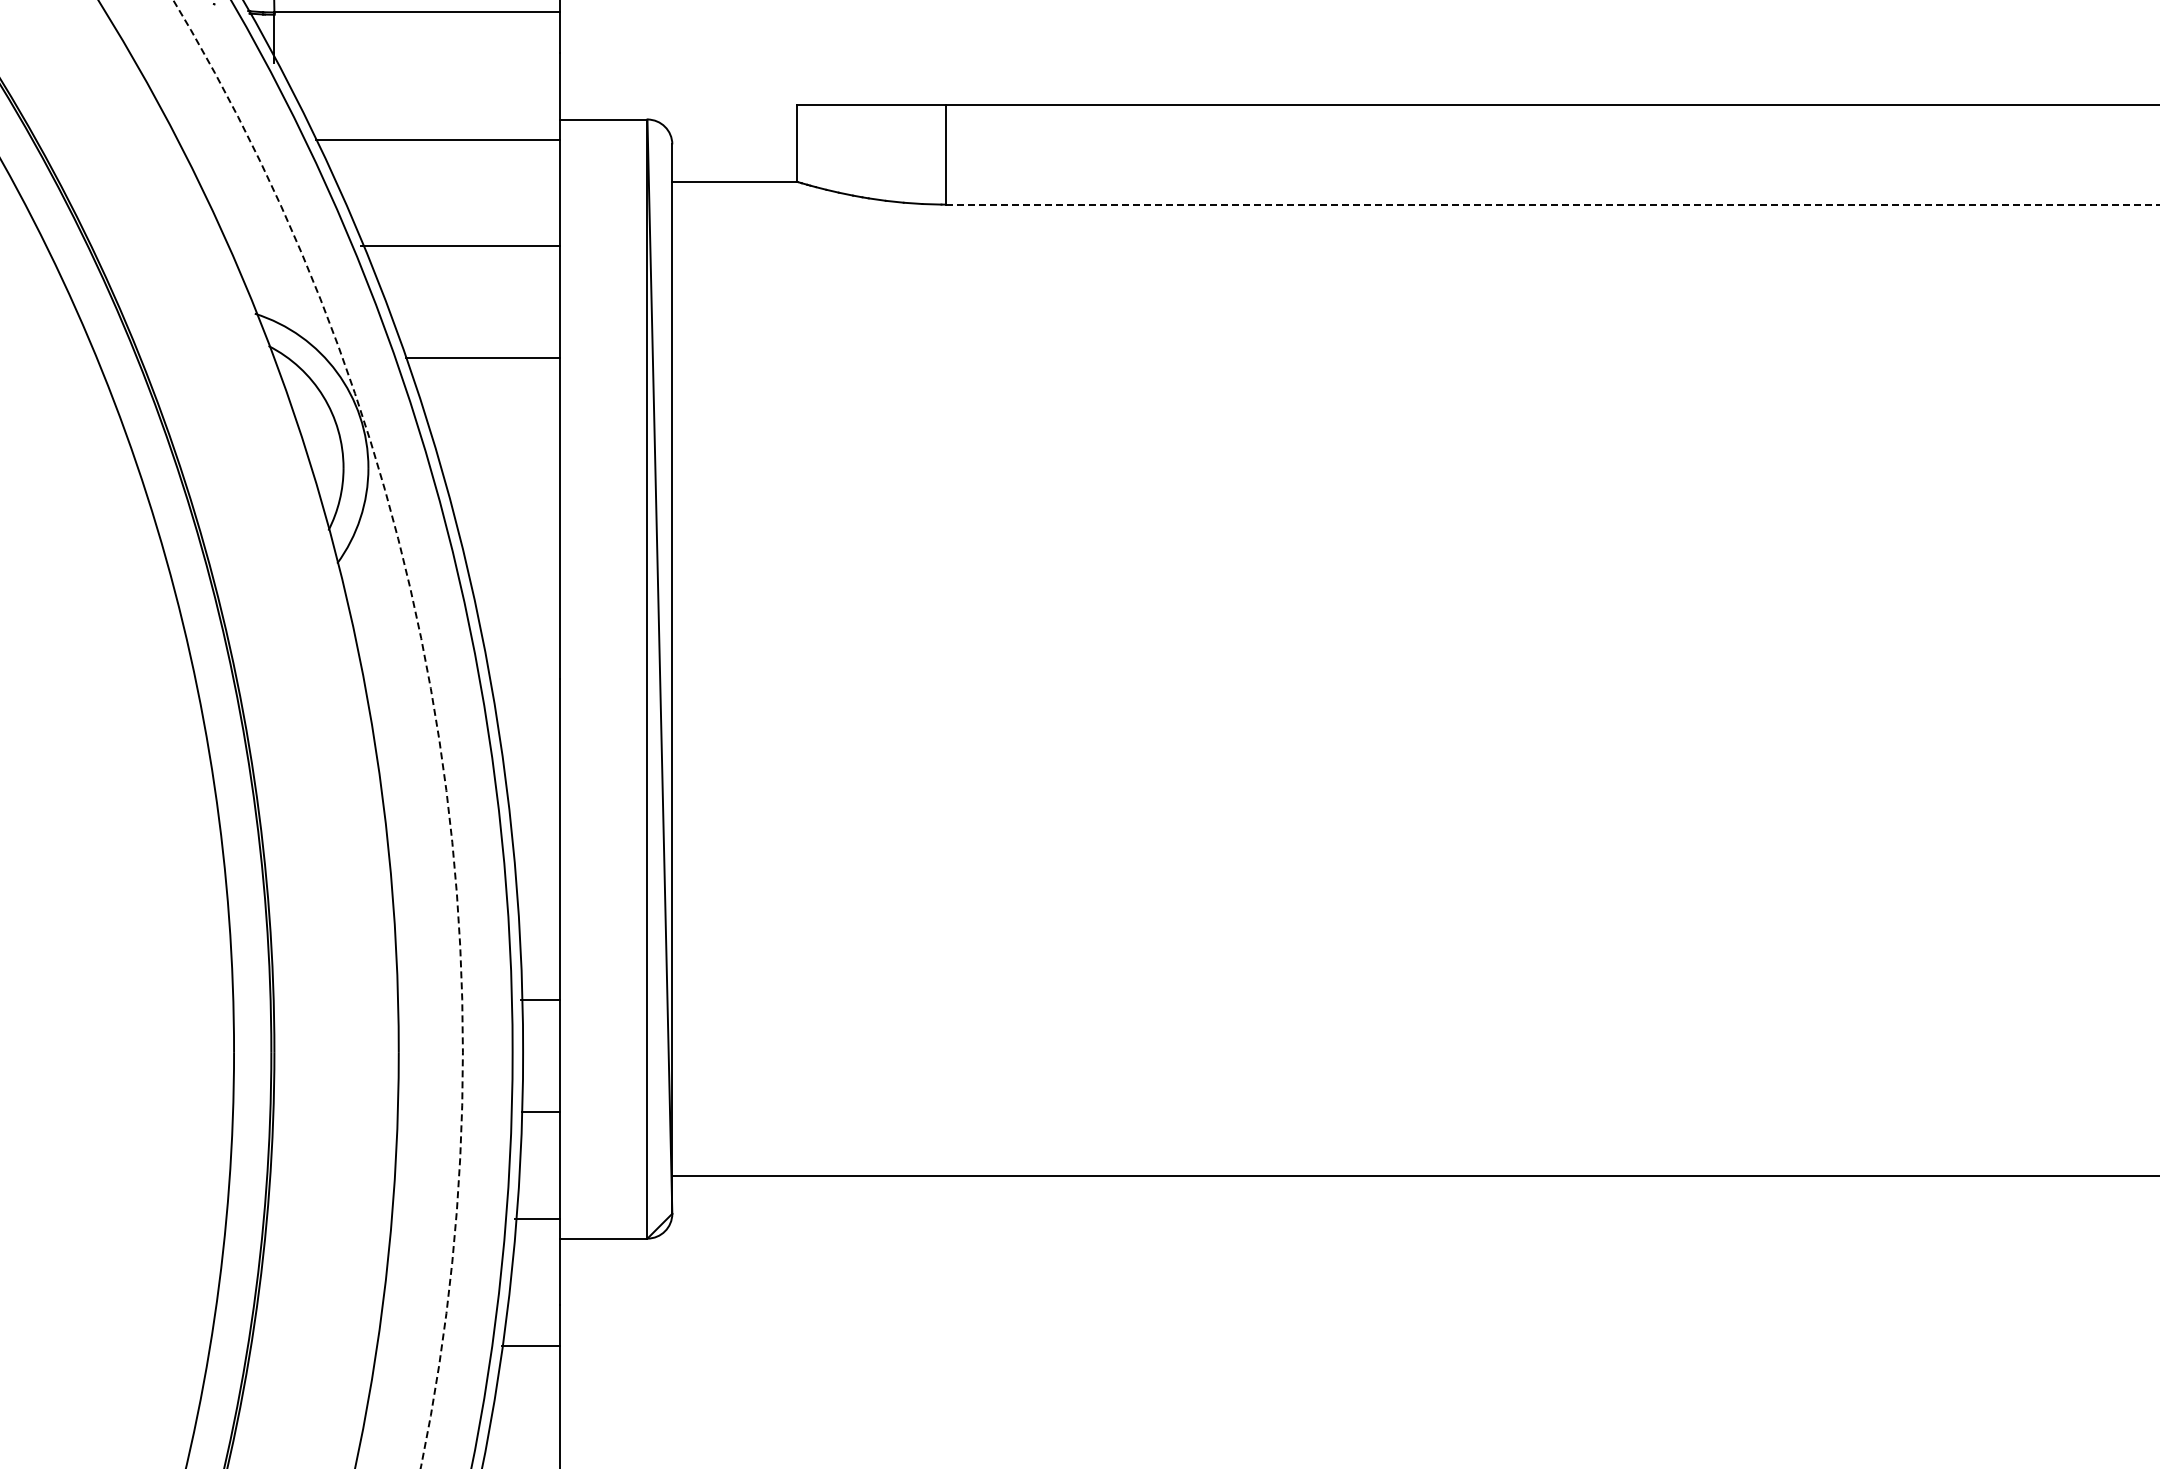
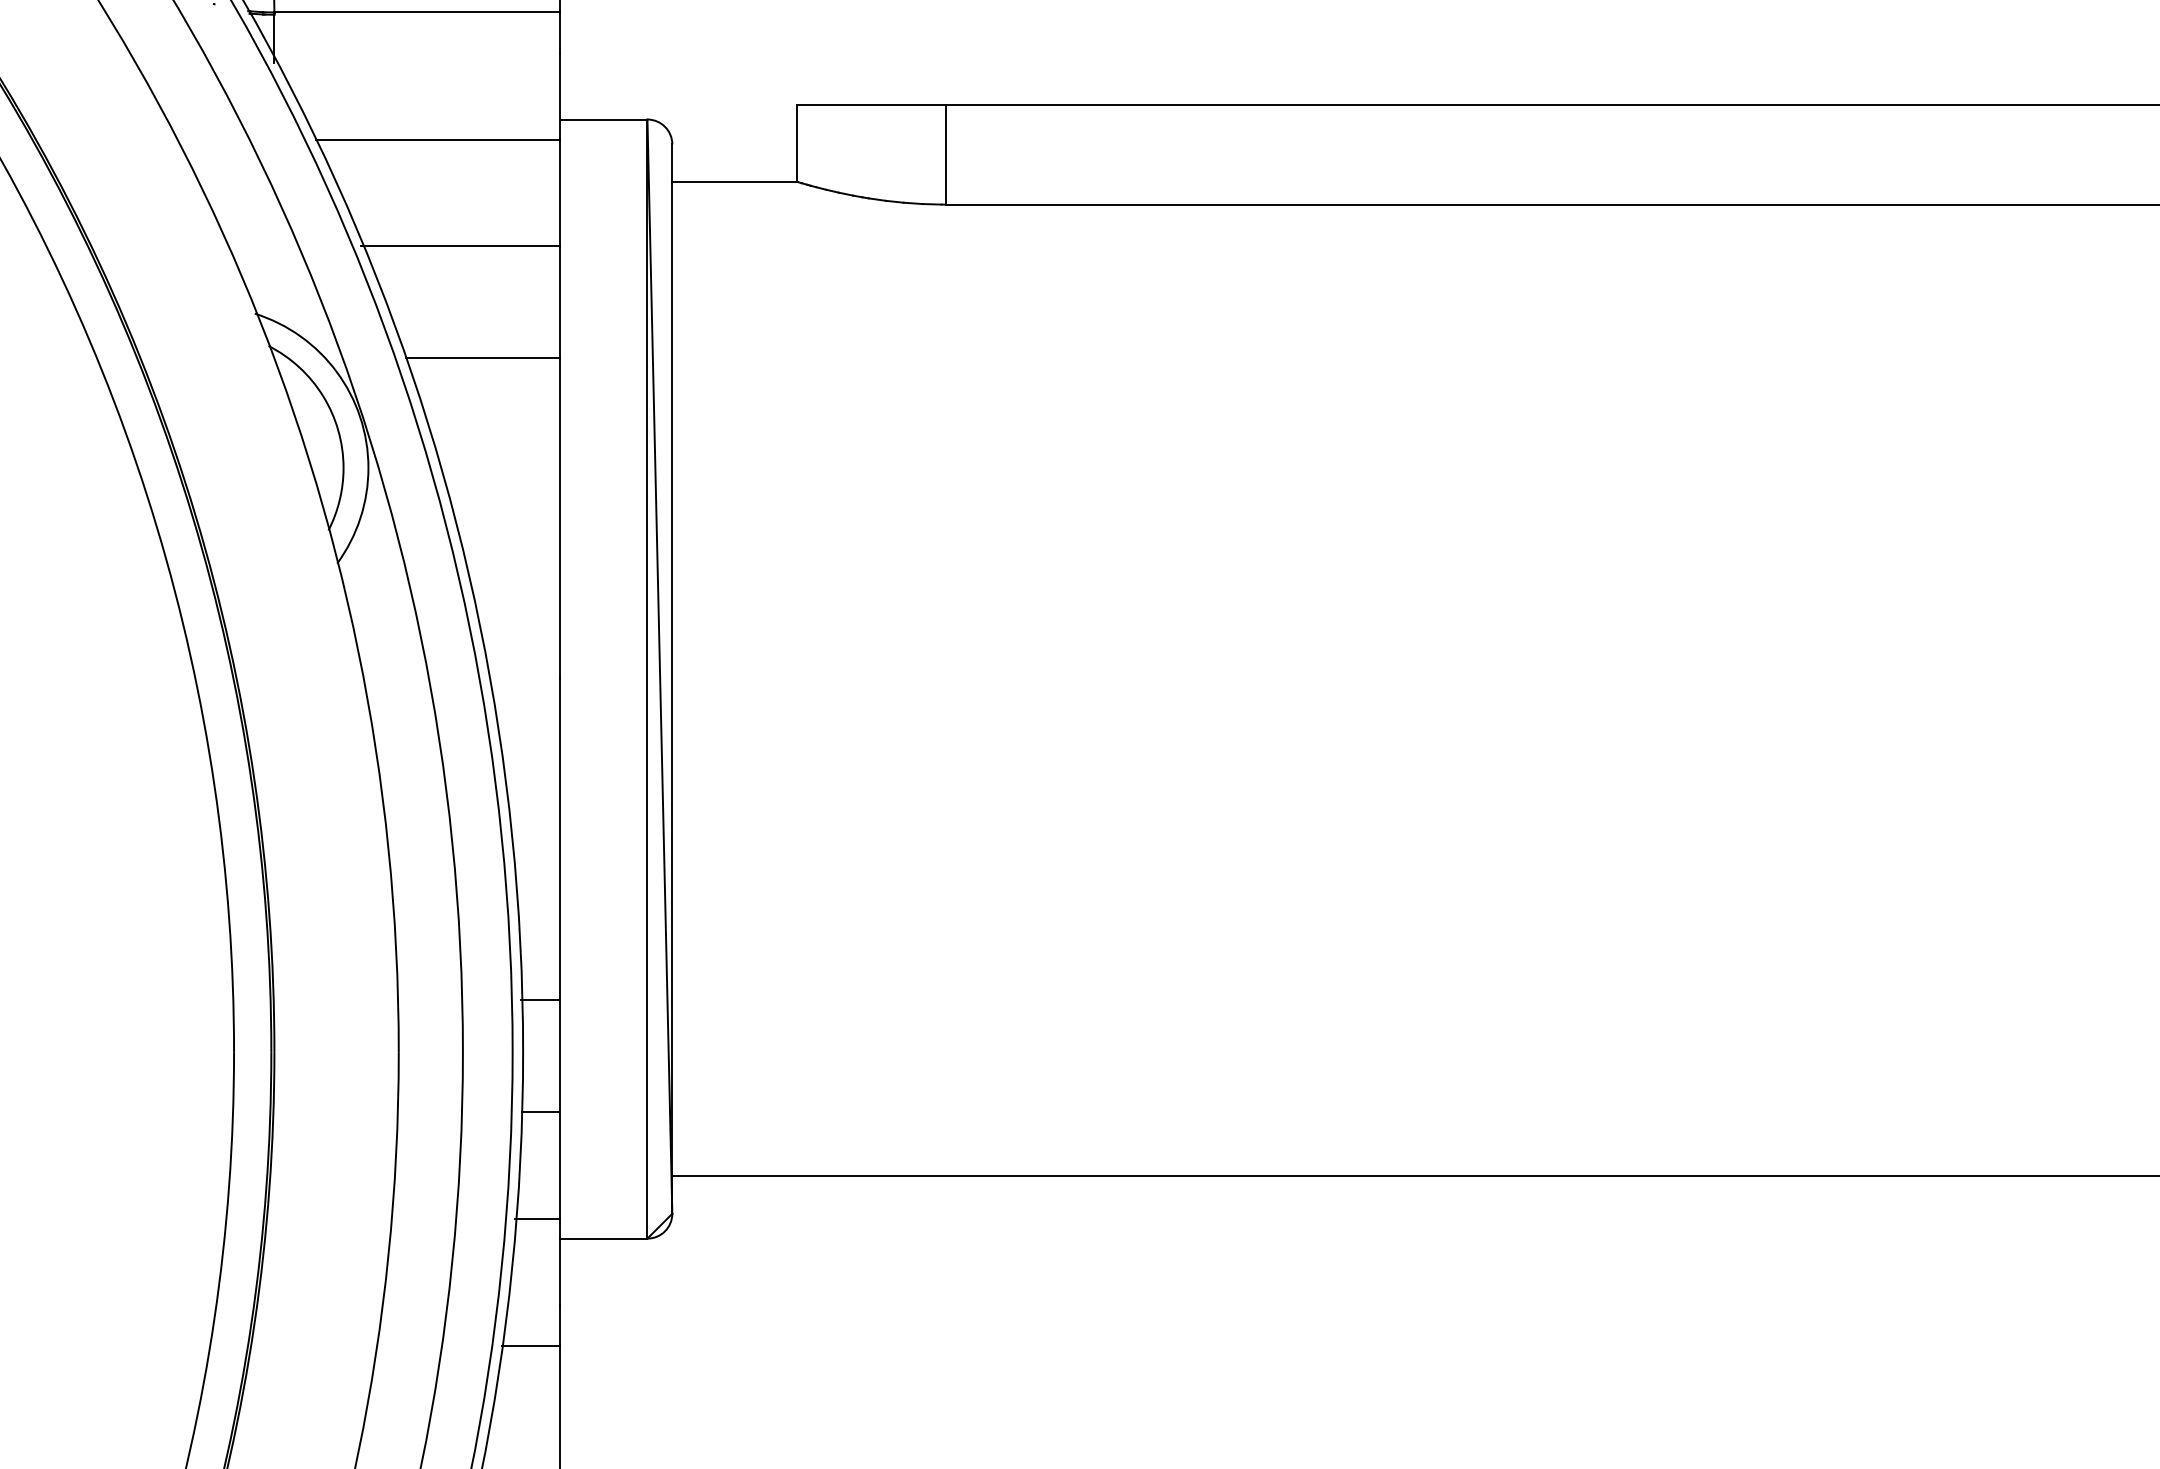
line at (1552, 204): dashed -> solid
arc at (434, 711): dashed -> solid
